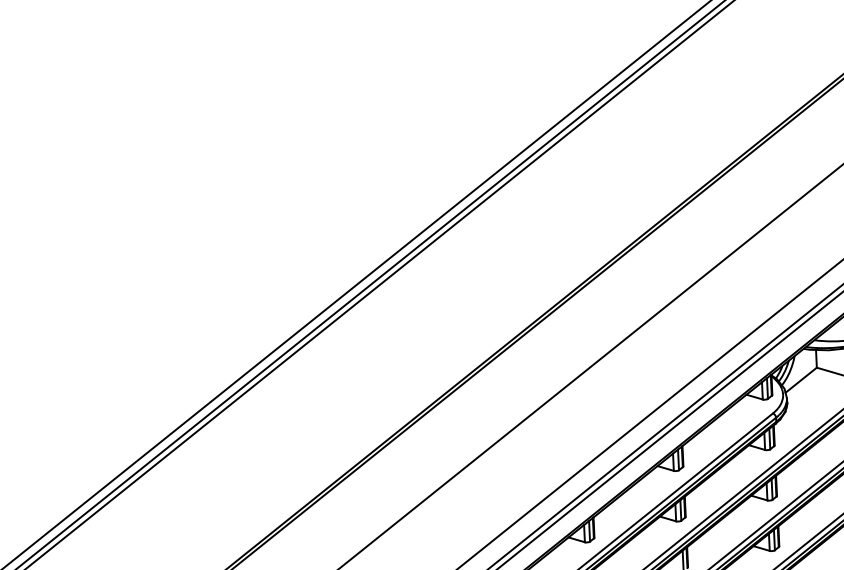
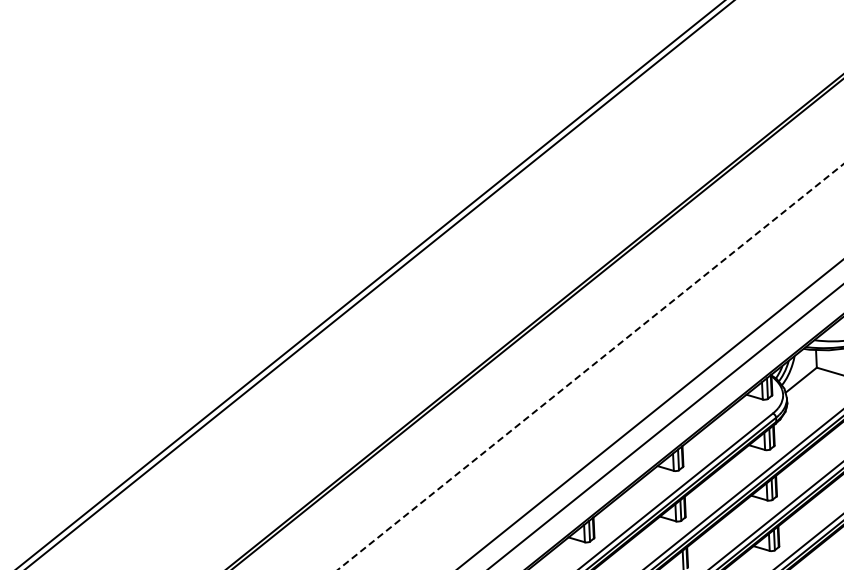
line at (357, 284): present -> none
line at (590, 366): solid -> dashed
line at (670, 430): present -> none
